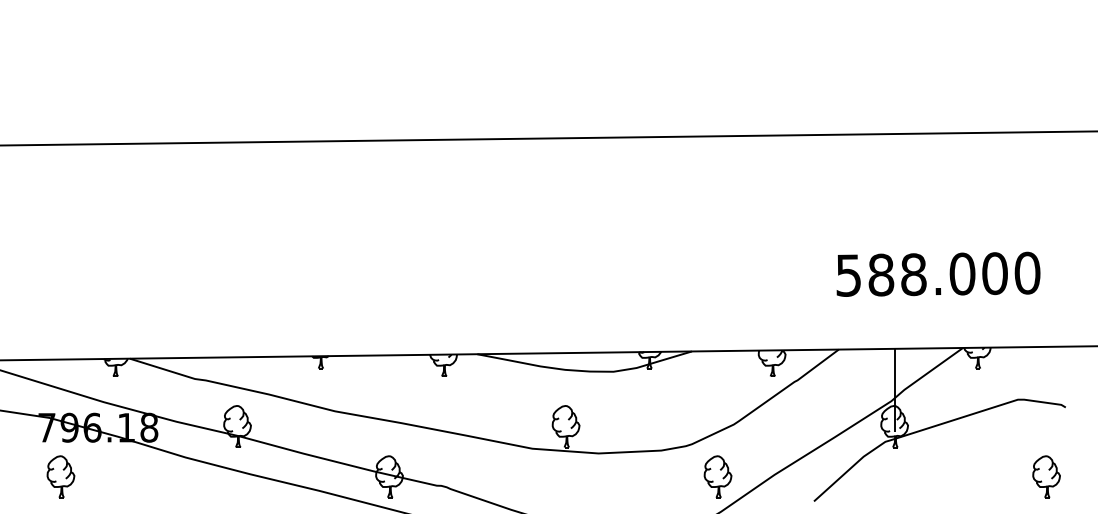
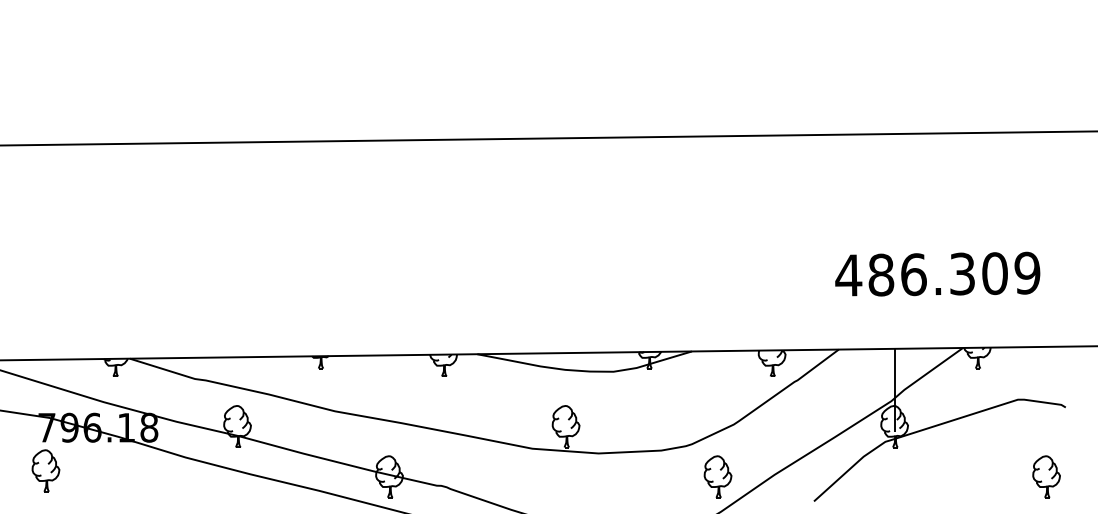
text at (937, 274): 588.000 -> 486.309
part at (60, 476) position: (60, 476) -> (45, 470)
